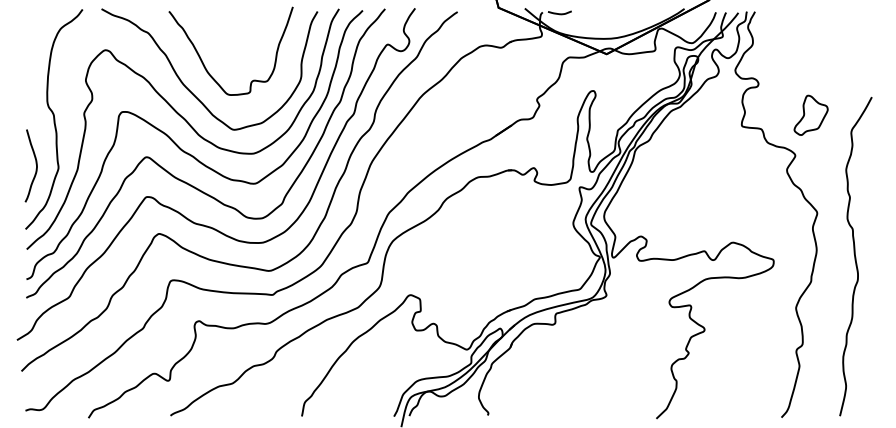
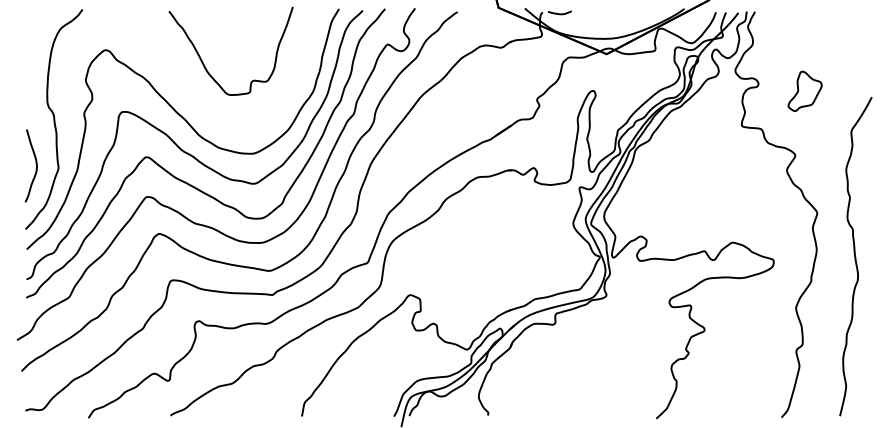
curve at (189, 89): present -> none
part at (810, 114) position: (810, 114) -> (804, 90)
